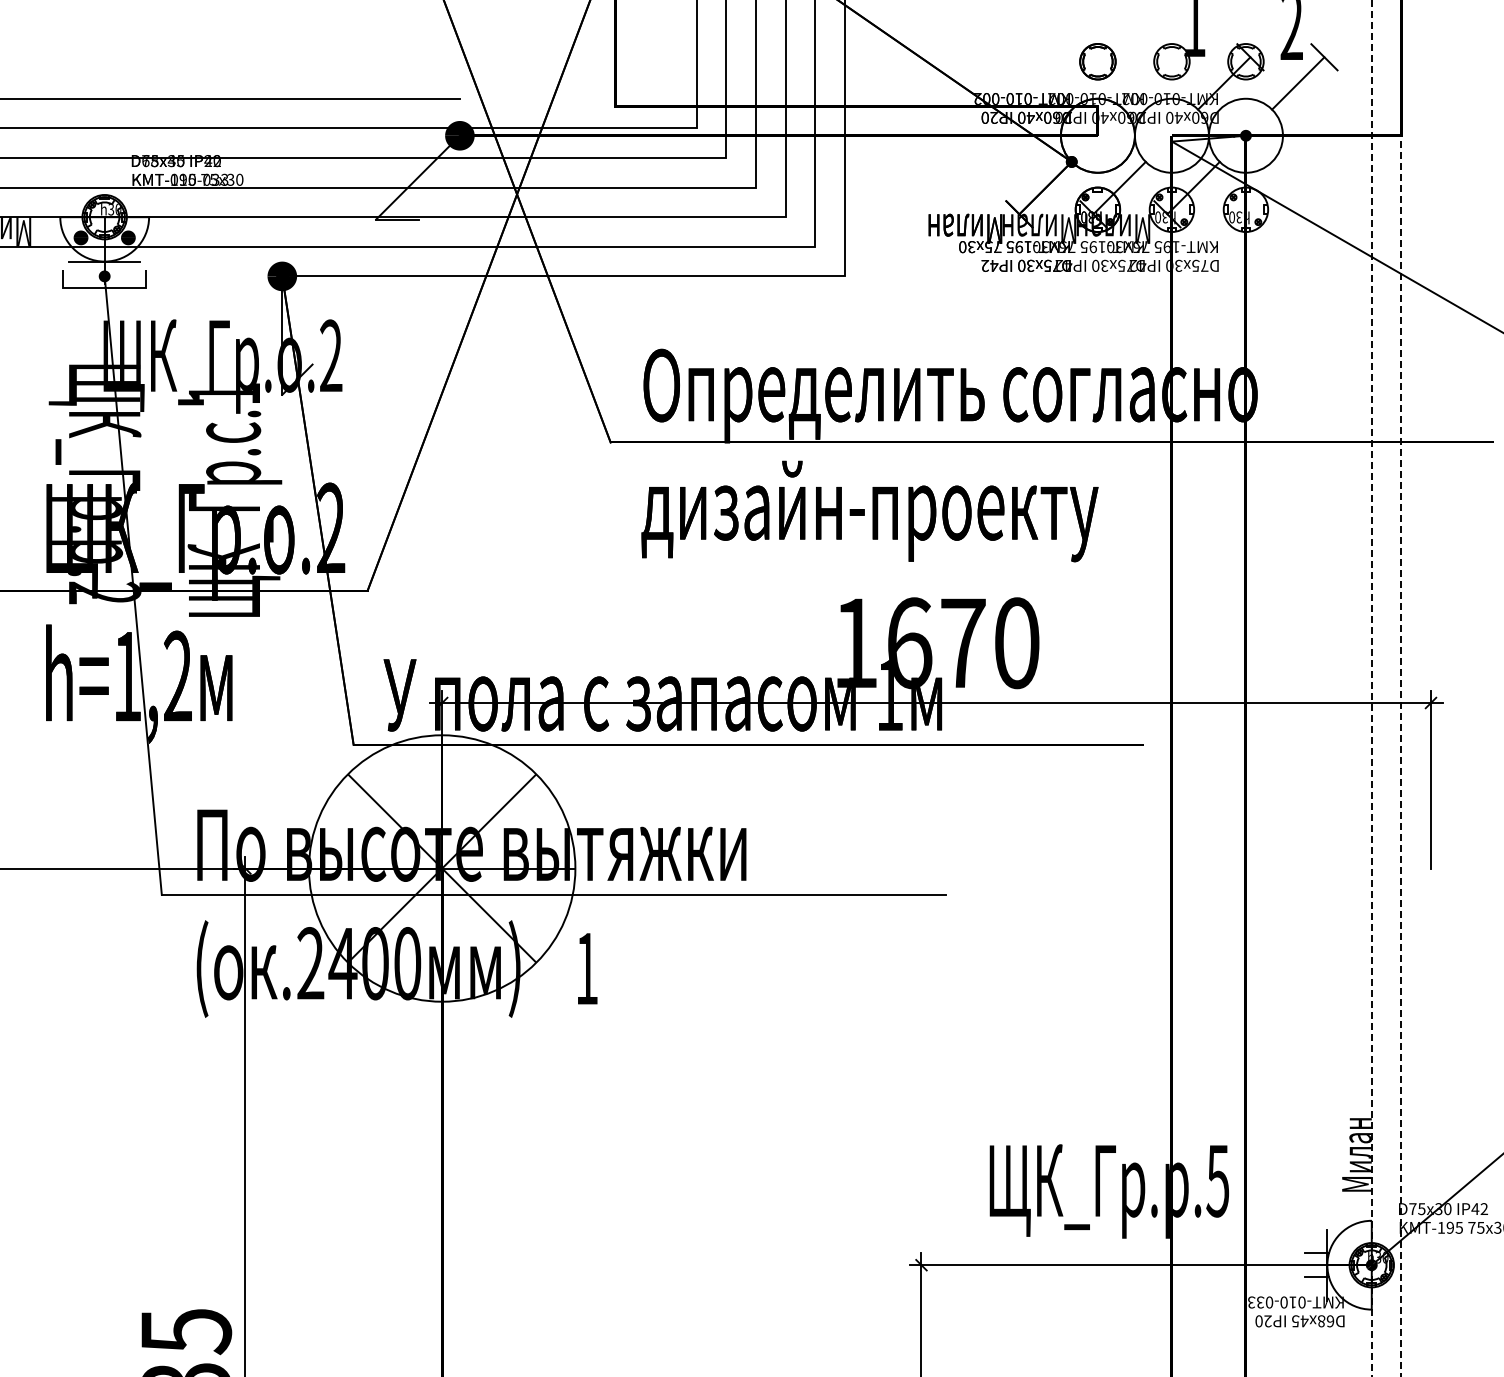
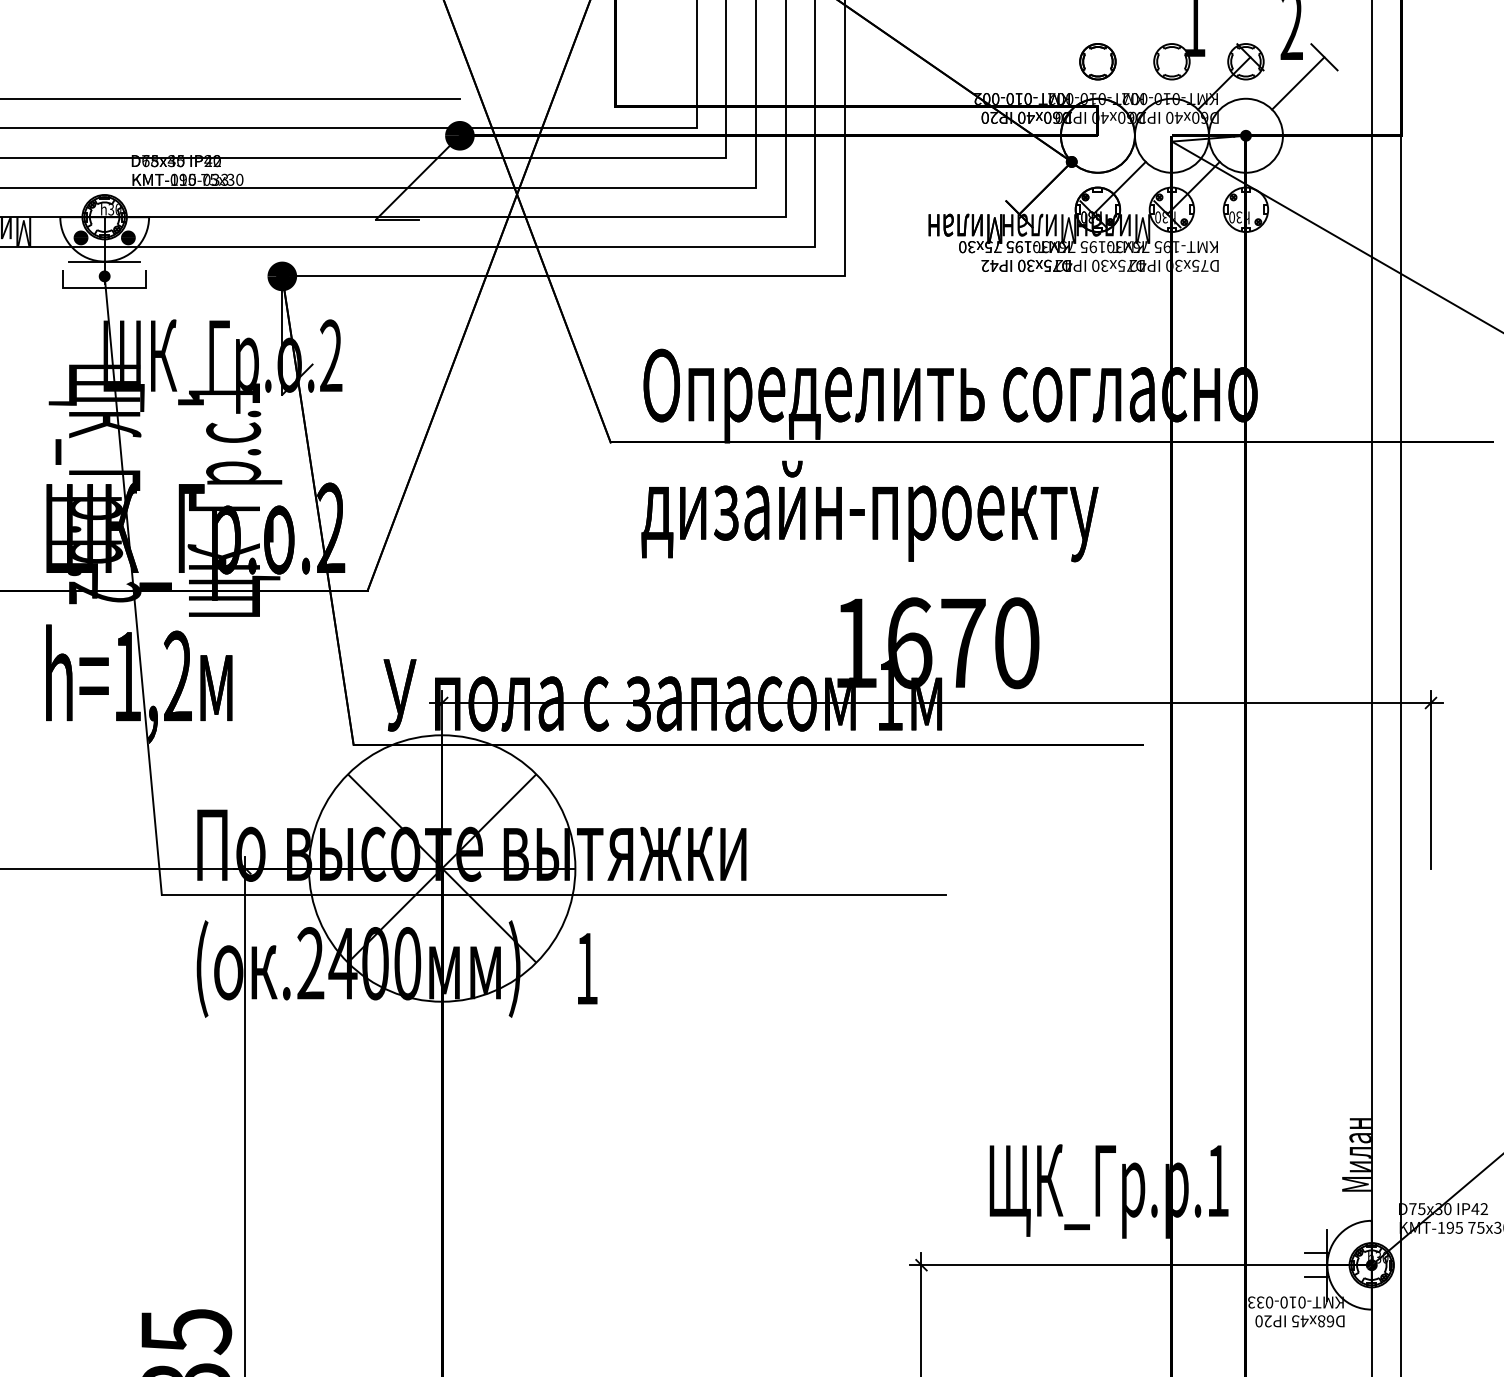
line at (1371, 687): dashed -> solid
line at (1401, 688): dashed -> solid
text at (1217, 1181): .5 -> .1
